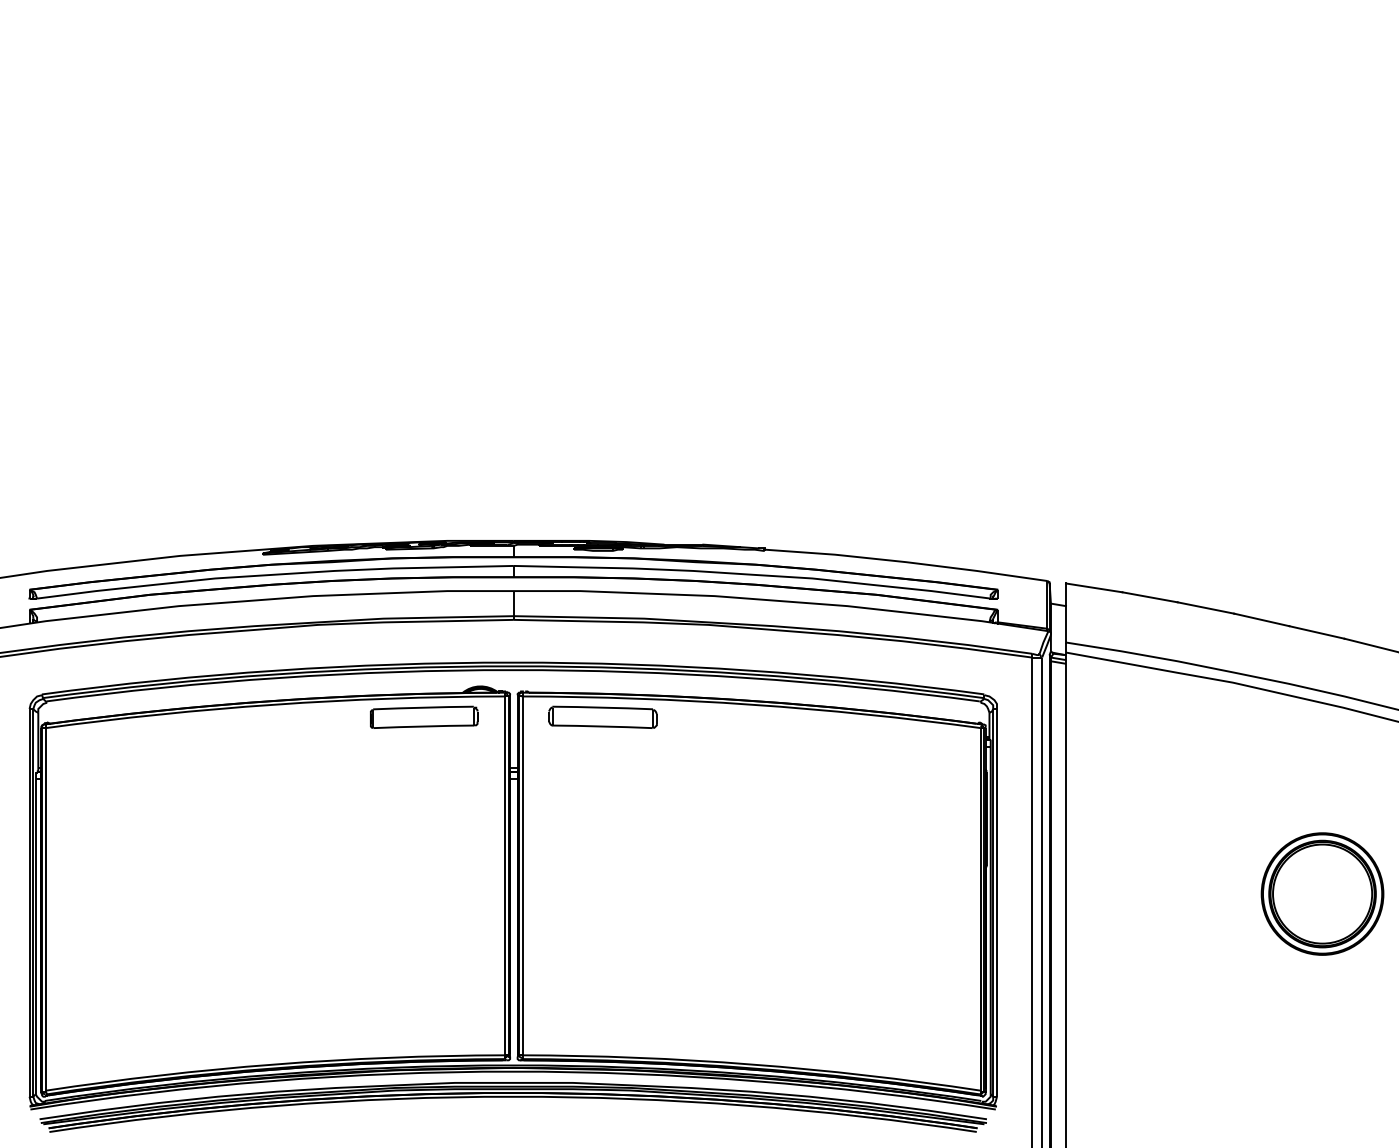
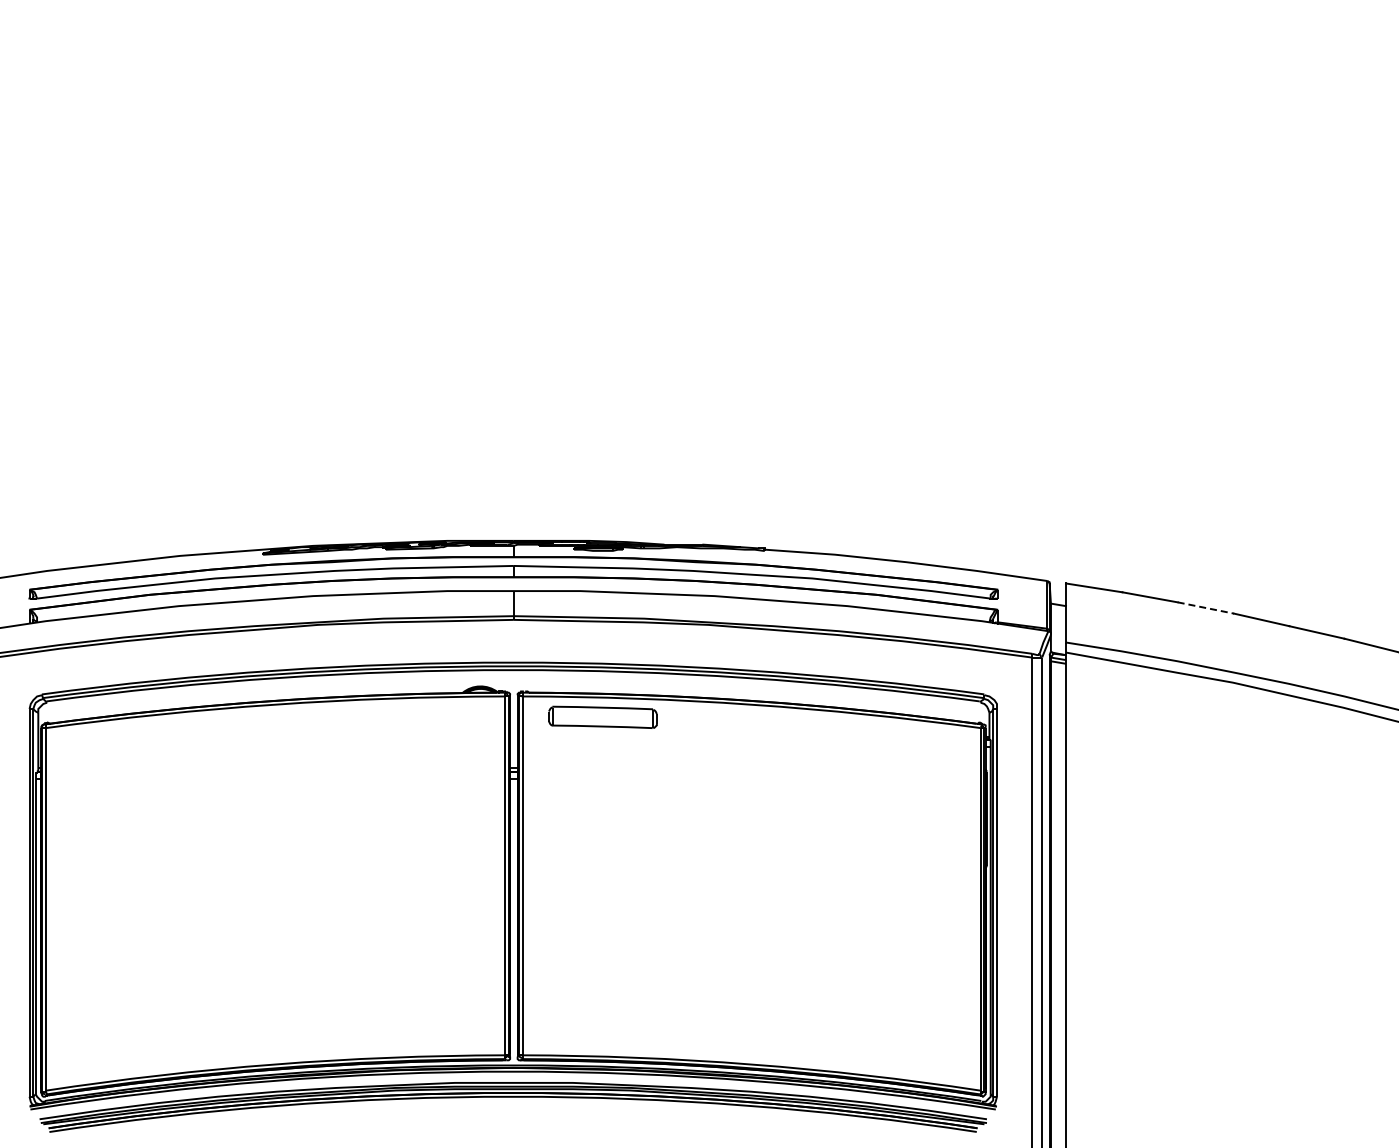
line at (1205, 607): solid -> dashed
part at (424, 716): present -> none
part at (1322, 893): present -> none
